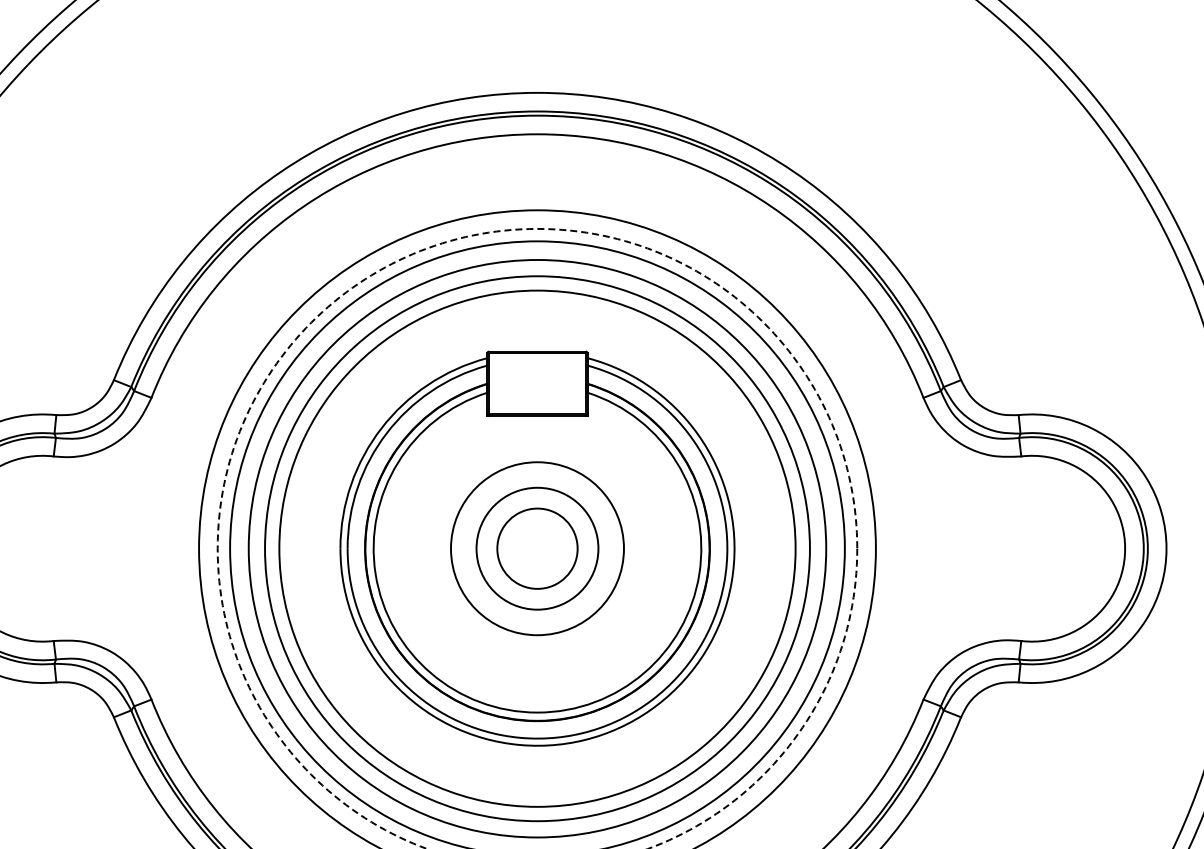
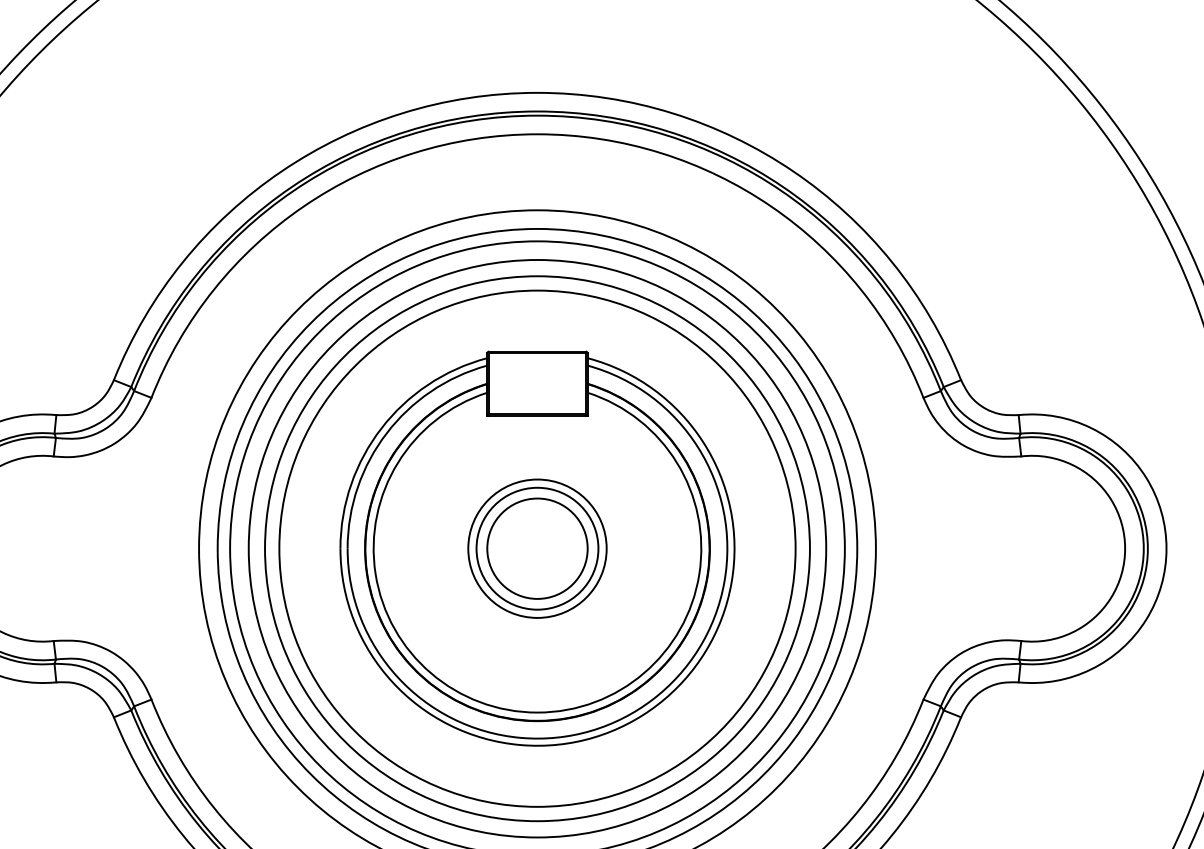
circle at (537, 538): dashed -> solid
circle at (537, 548) diameter: 173 px -> 138 px
circle at (537, 548) diameter: 80 px -> 100 px
